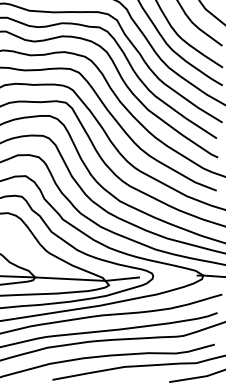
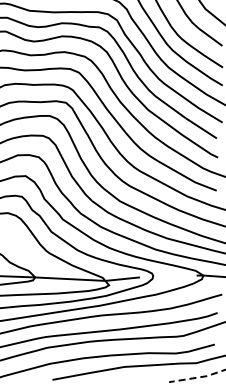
line at (198, 377): solid -> dashed
